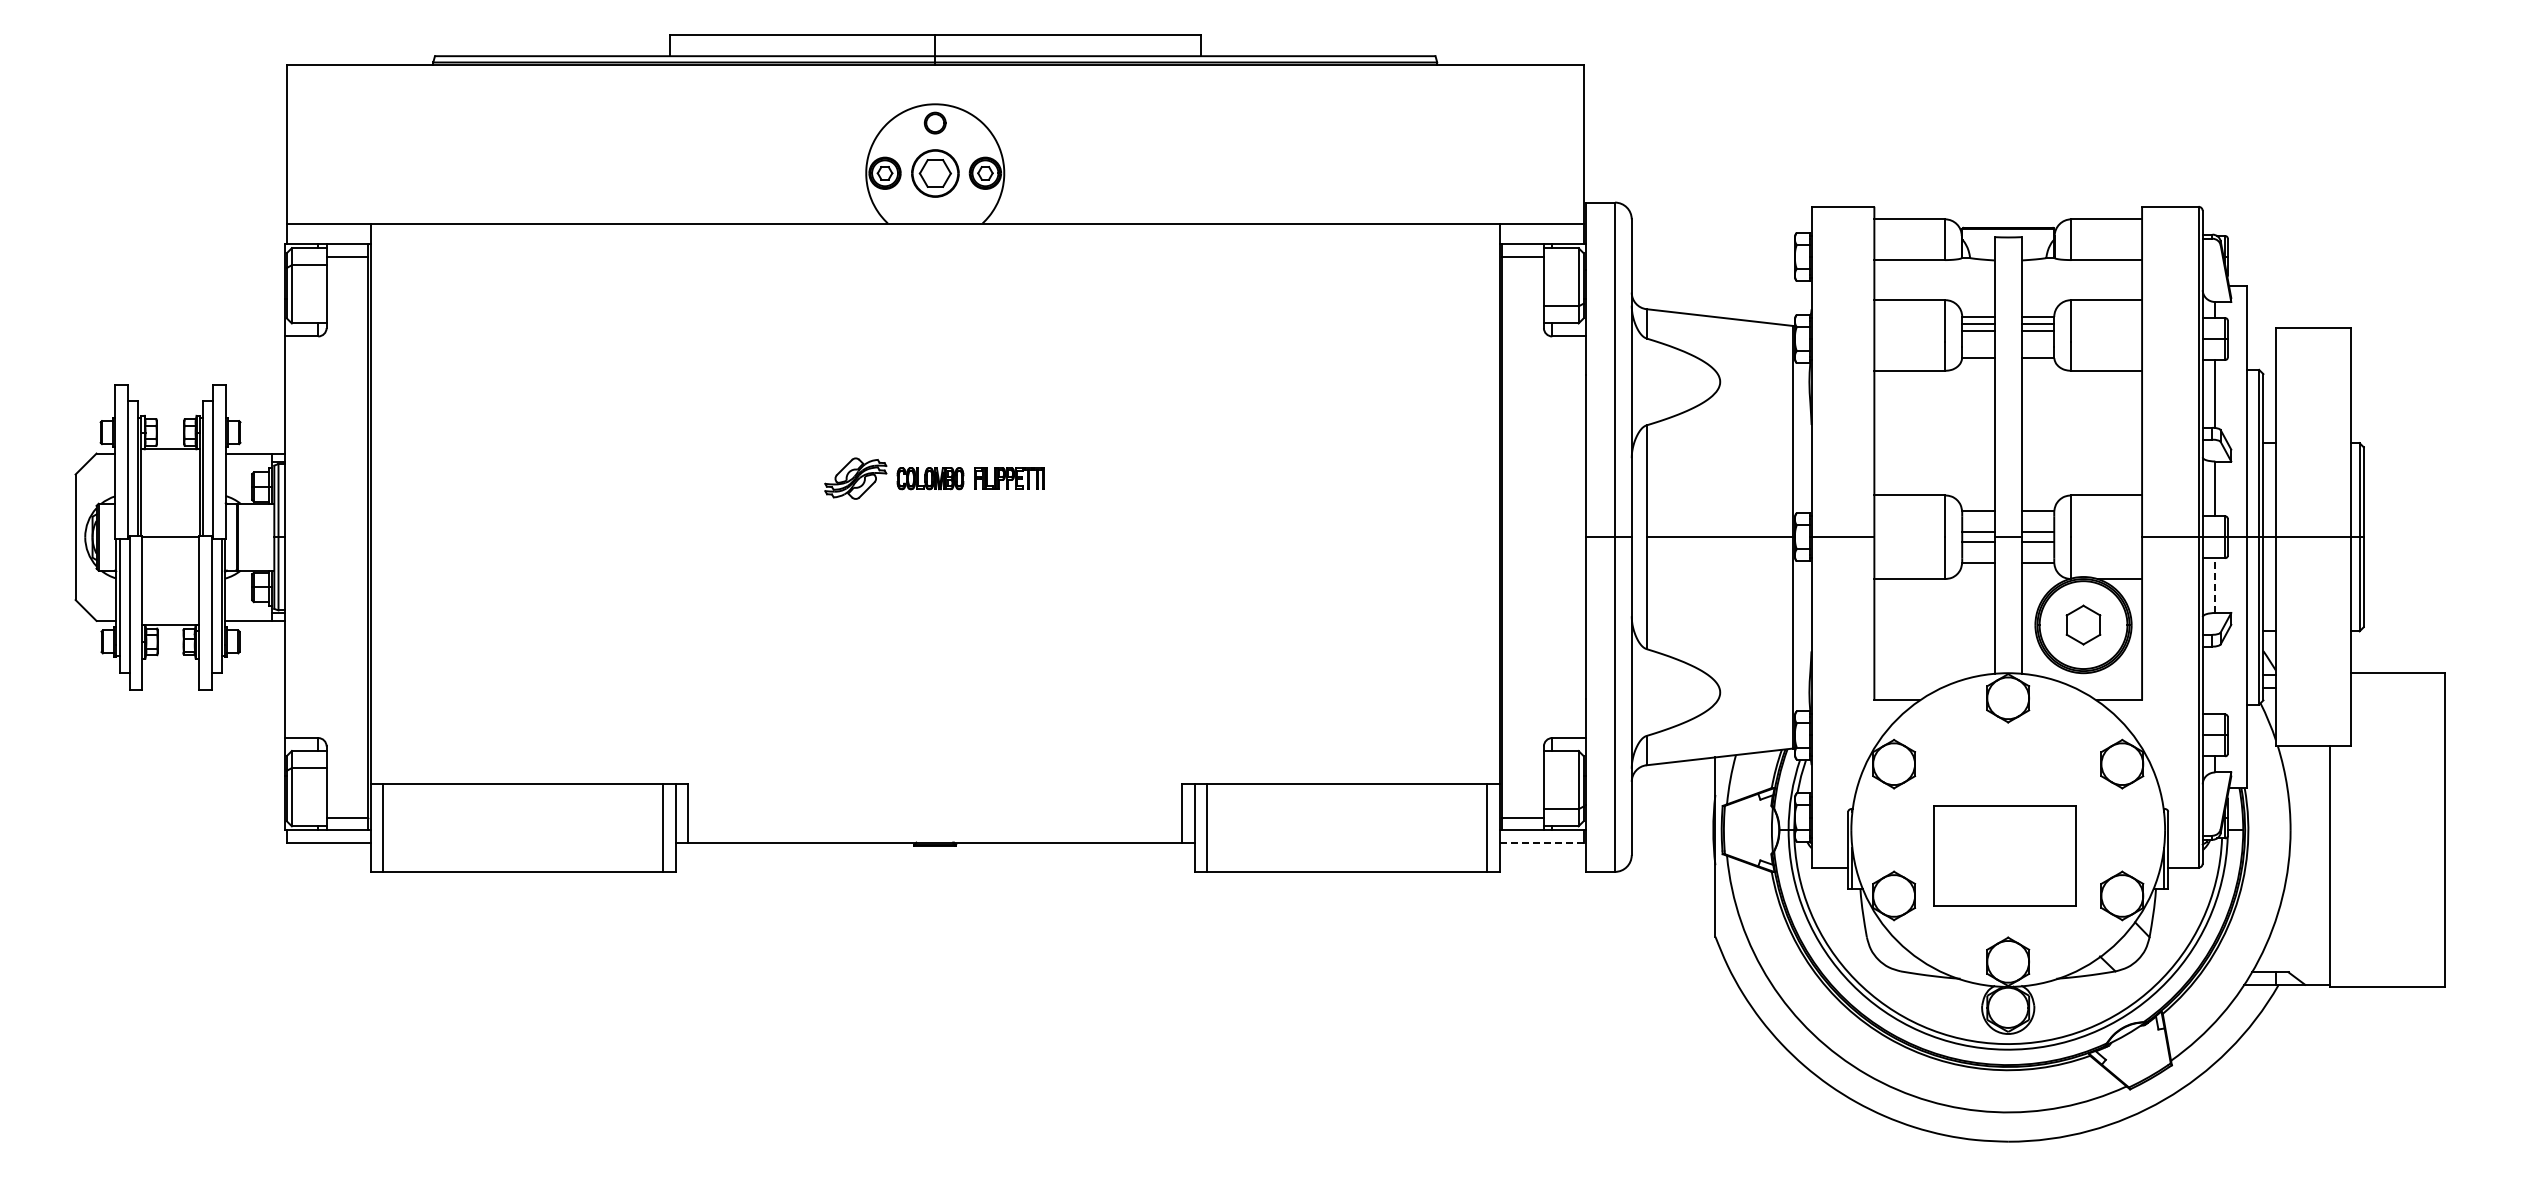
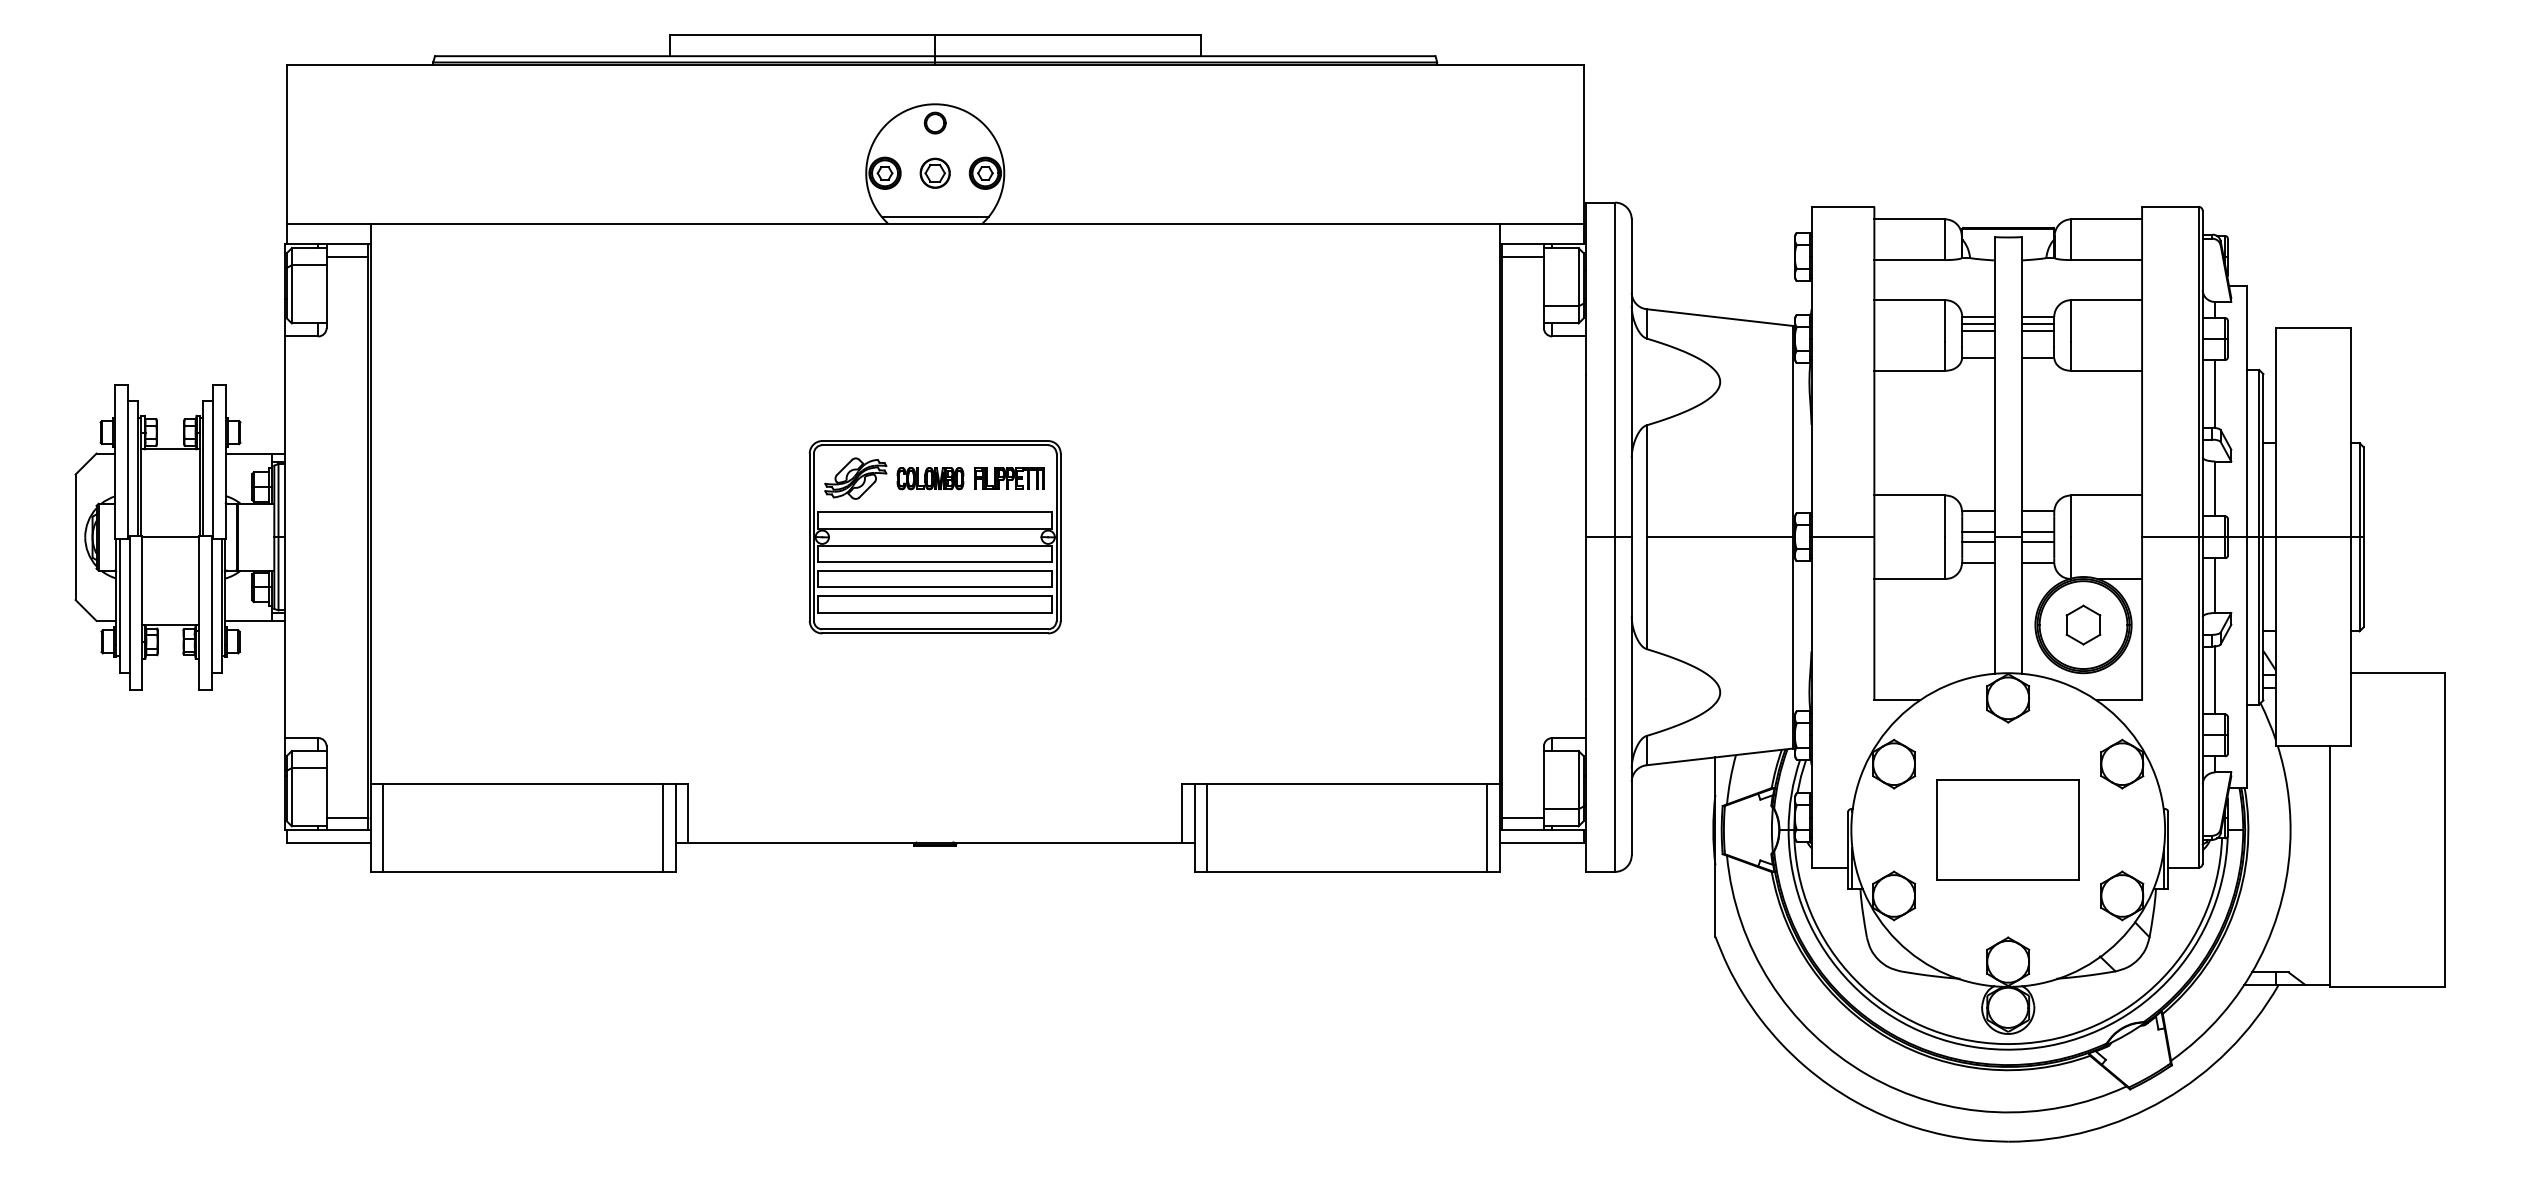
part at (935, 173) size: 49x49 px -> 32x32 px
line at (935, 217): none -> present
part at (934, 537): none -> present
line at (2215, 585): dashed -> solid
line at (2215, 680): none -> present
line at (1541, 842): dashed -> solid
part at (2004, 855) position: (2004, 855) -> (2007, 829)
